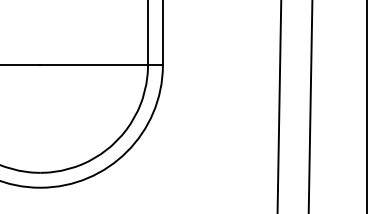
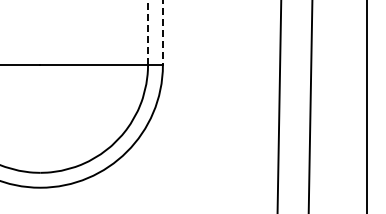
line at (148, 32): solid -> dashed
line at (162, 33): solid -> dashed
